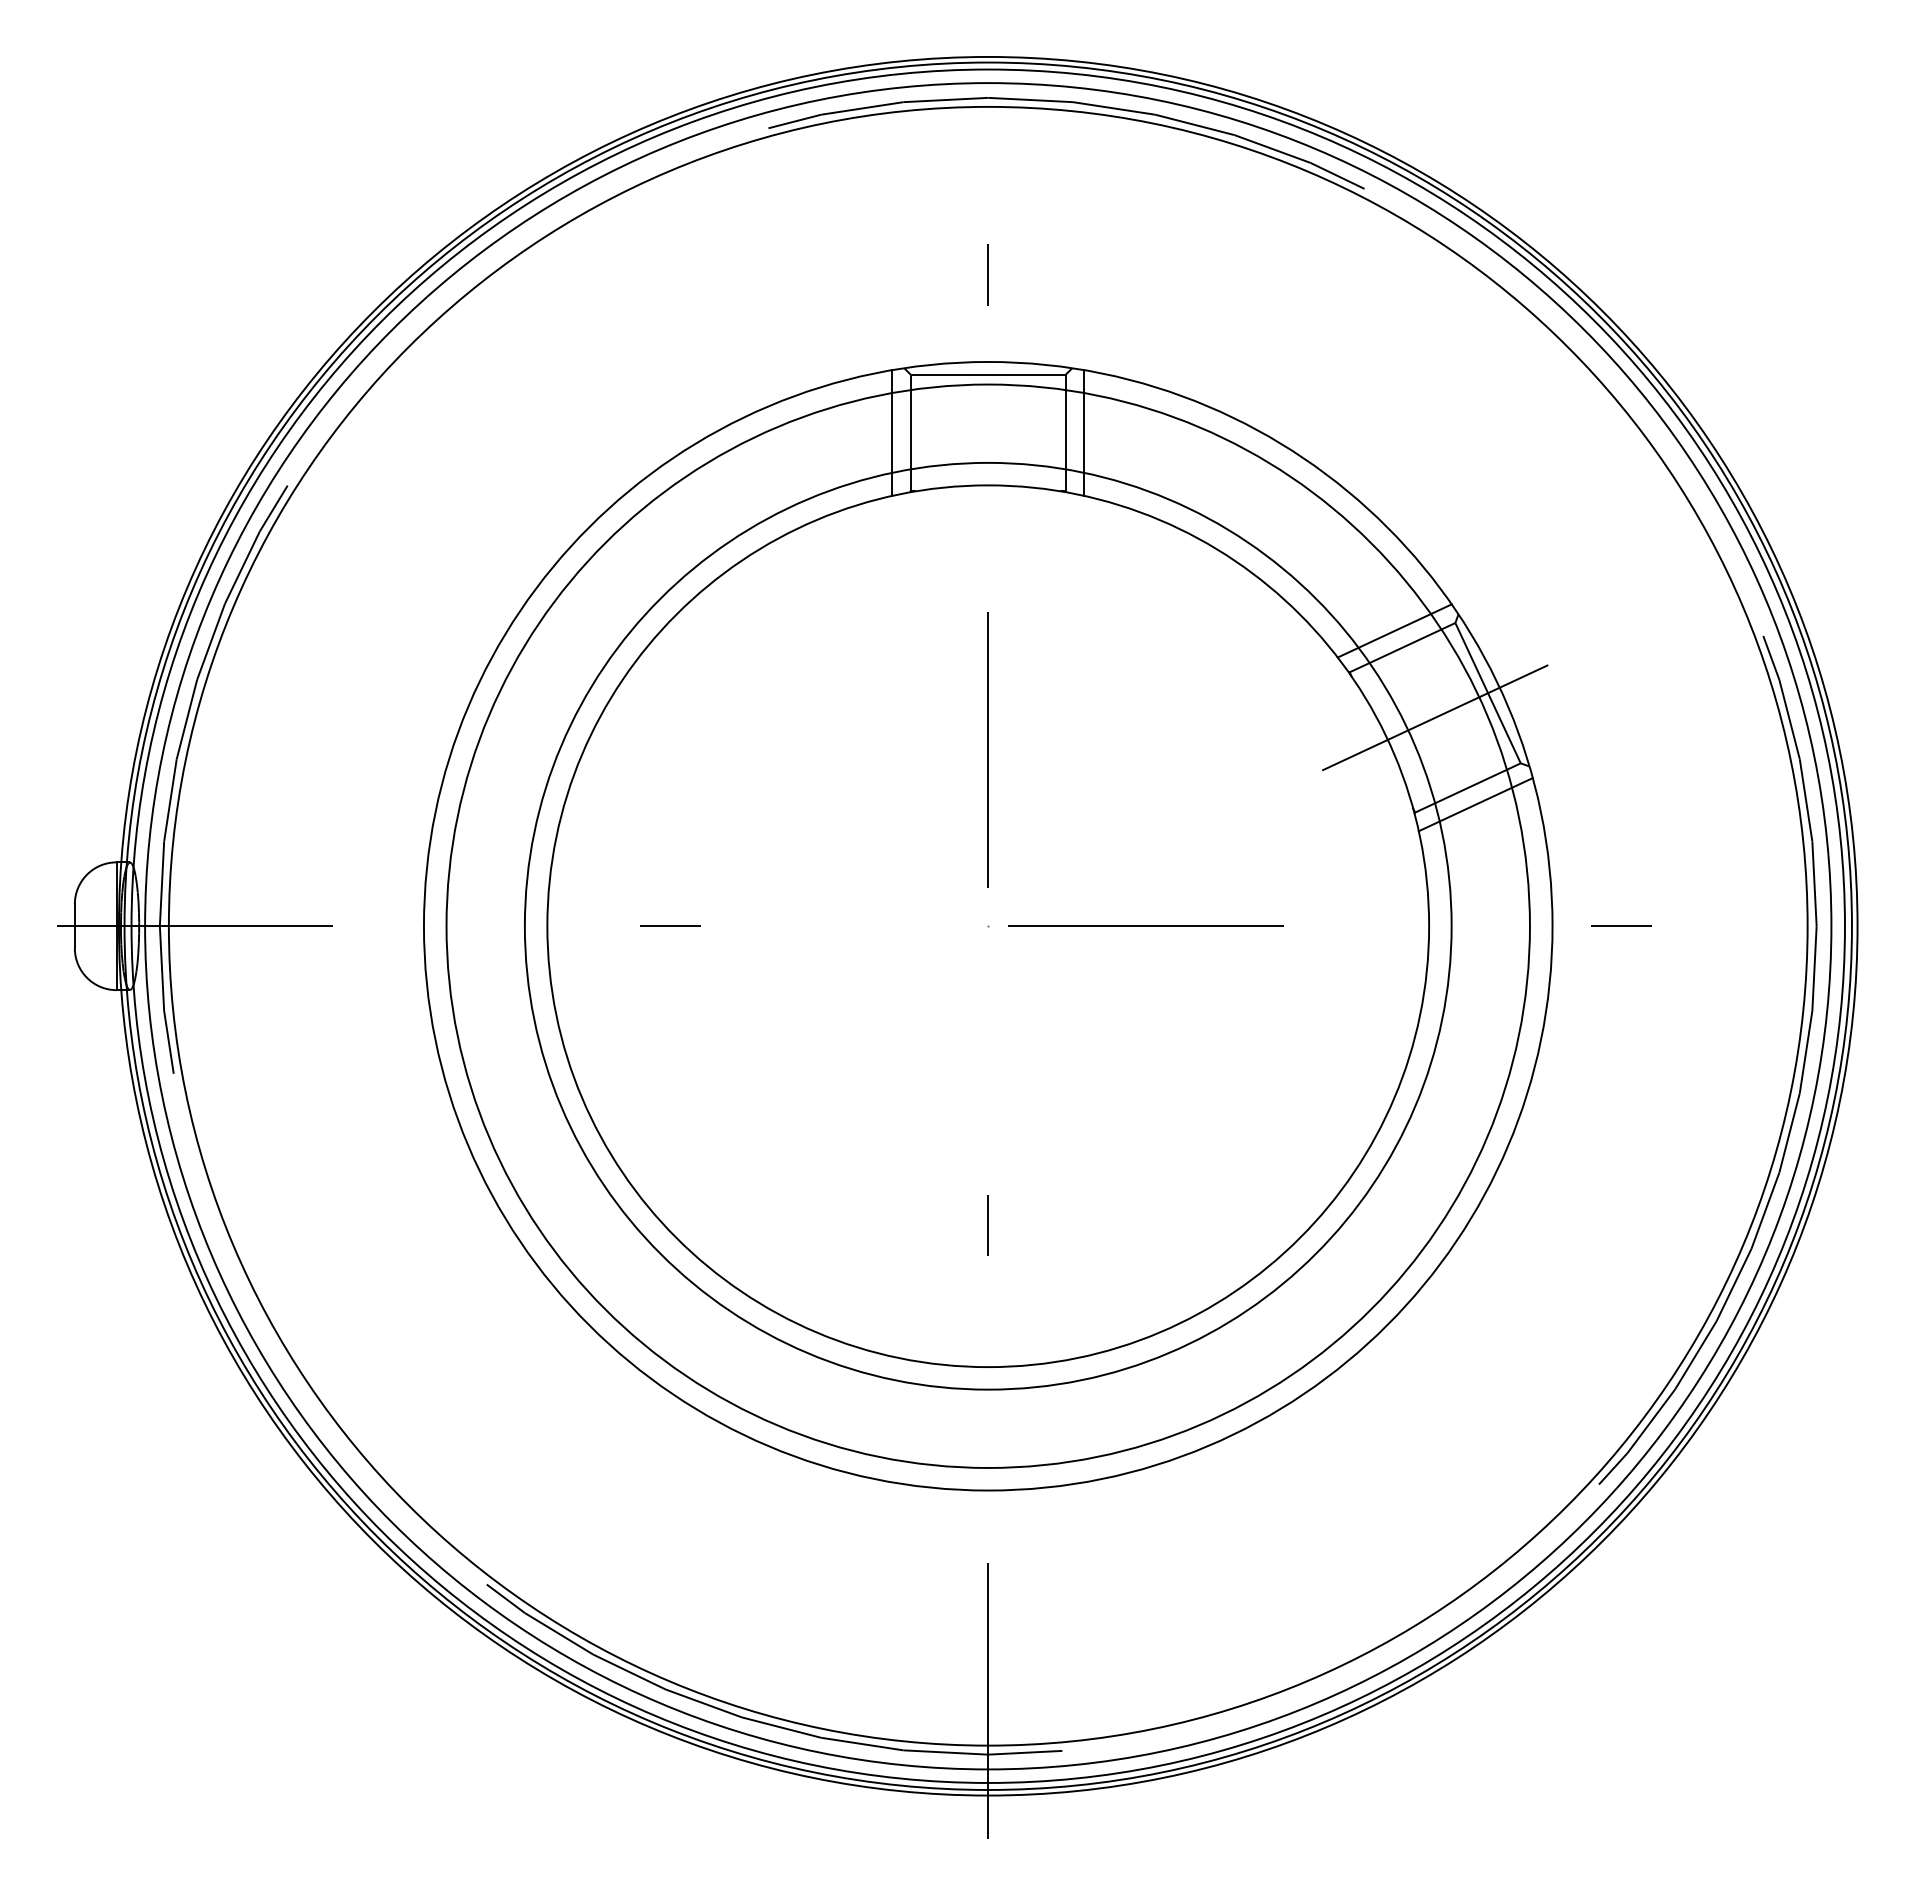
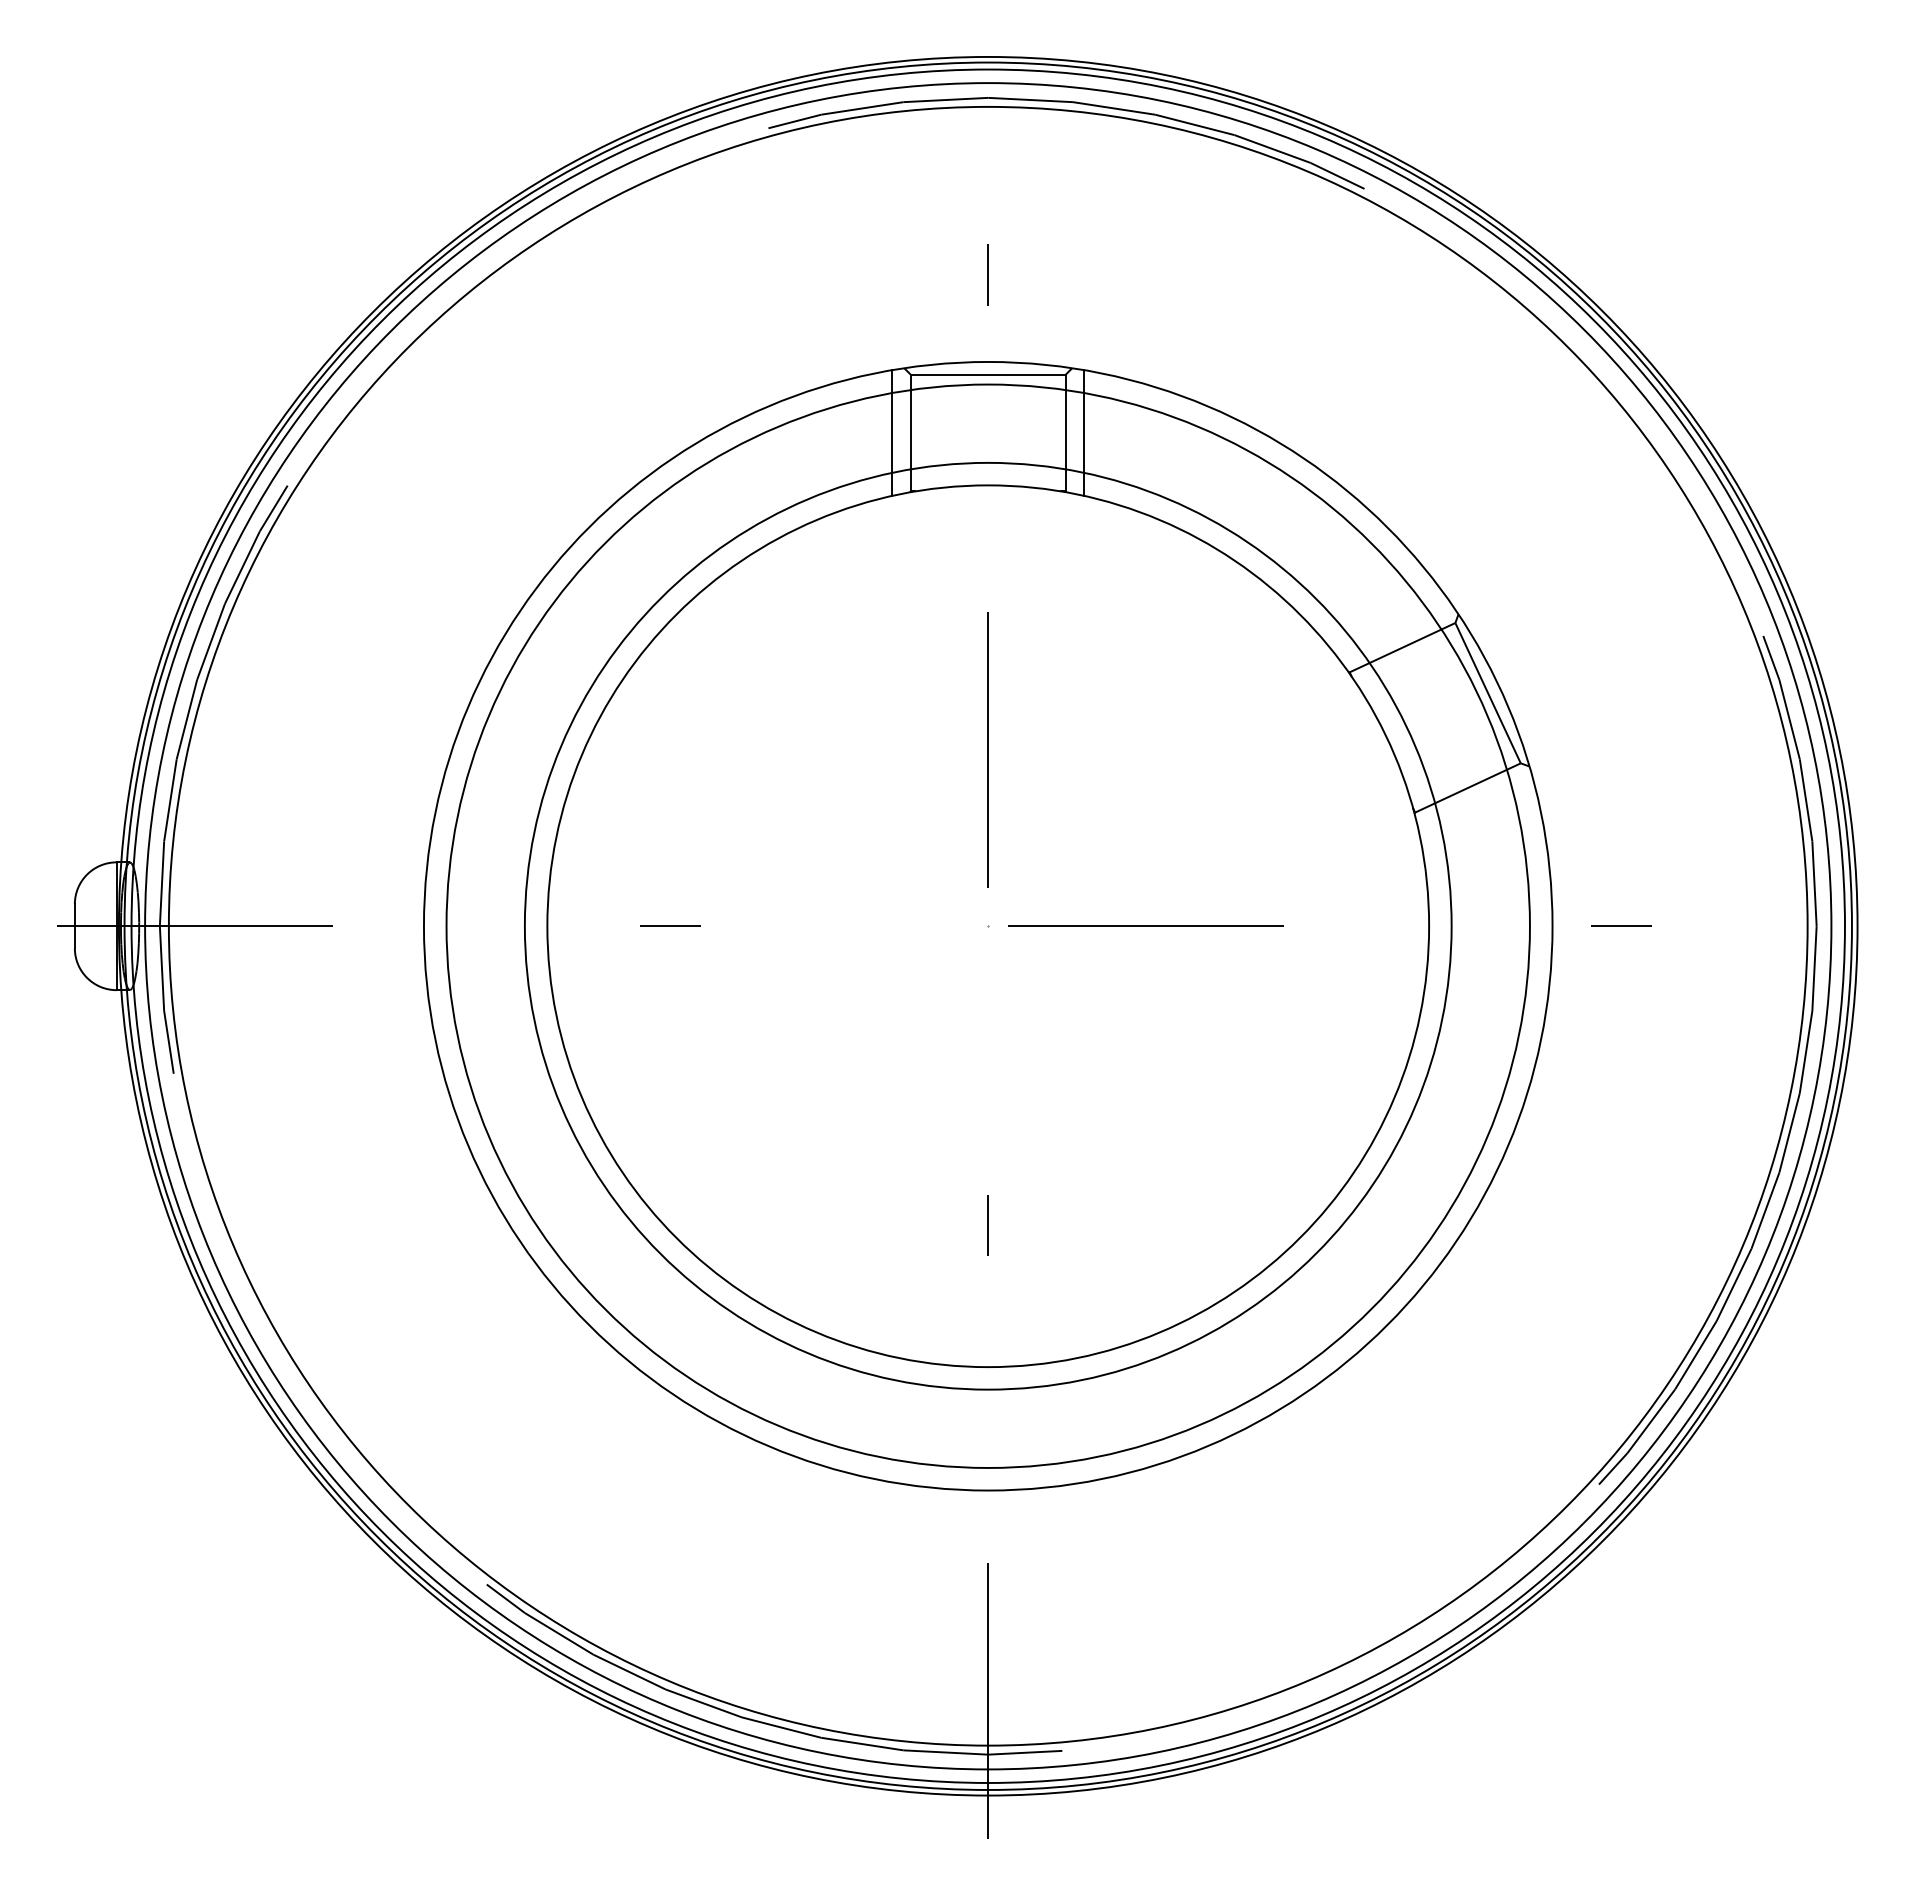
line at (1394, 630): present -> none
line at (1435, 717): present -> none
line at (1475, 804): present -> none
